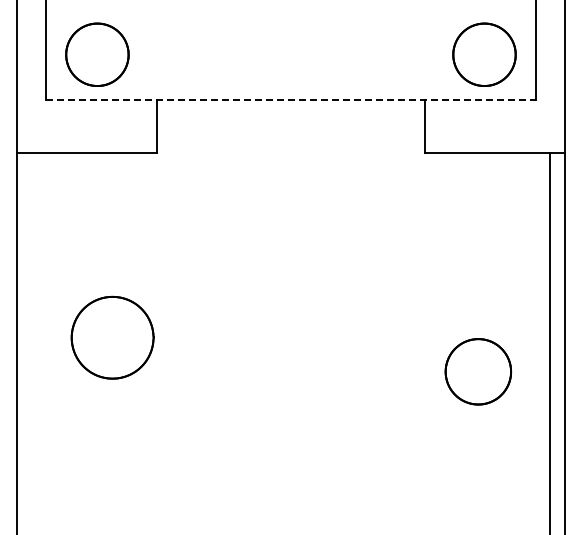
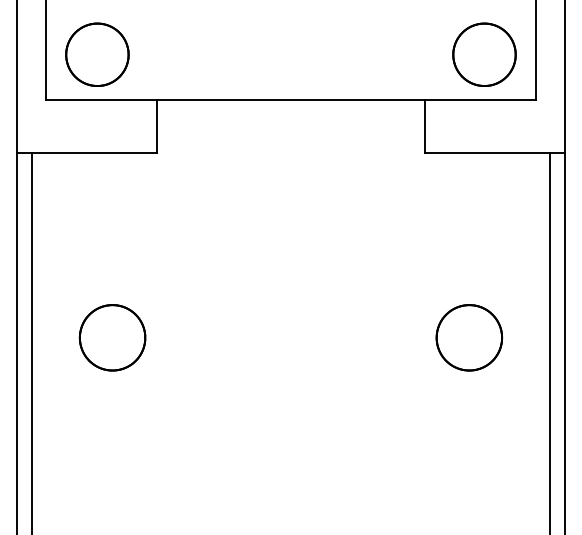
line at (290, 100): dashed -> solid
part at (112, 337) size: 85x85 px -> 69x68 px
line at (32, 342): none -> present
part at (478, 371) position: (478, 371) -> (469, 337)
